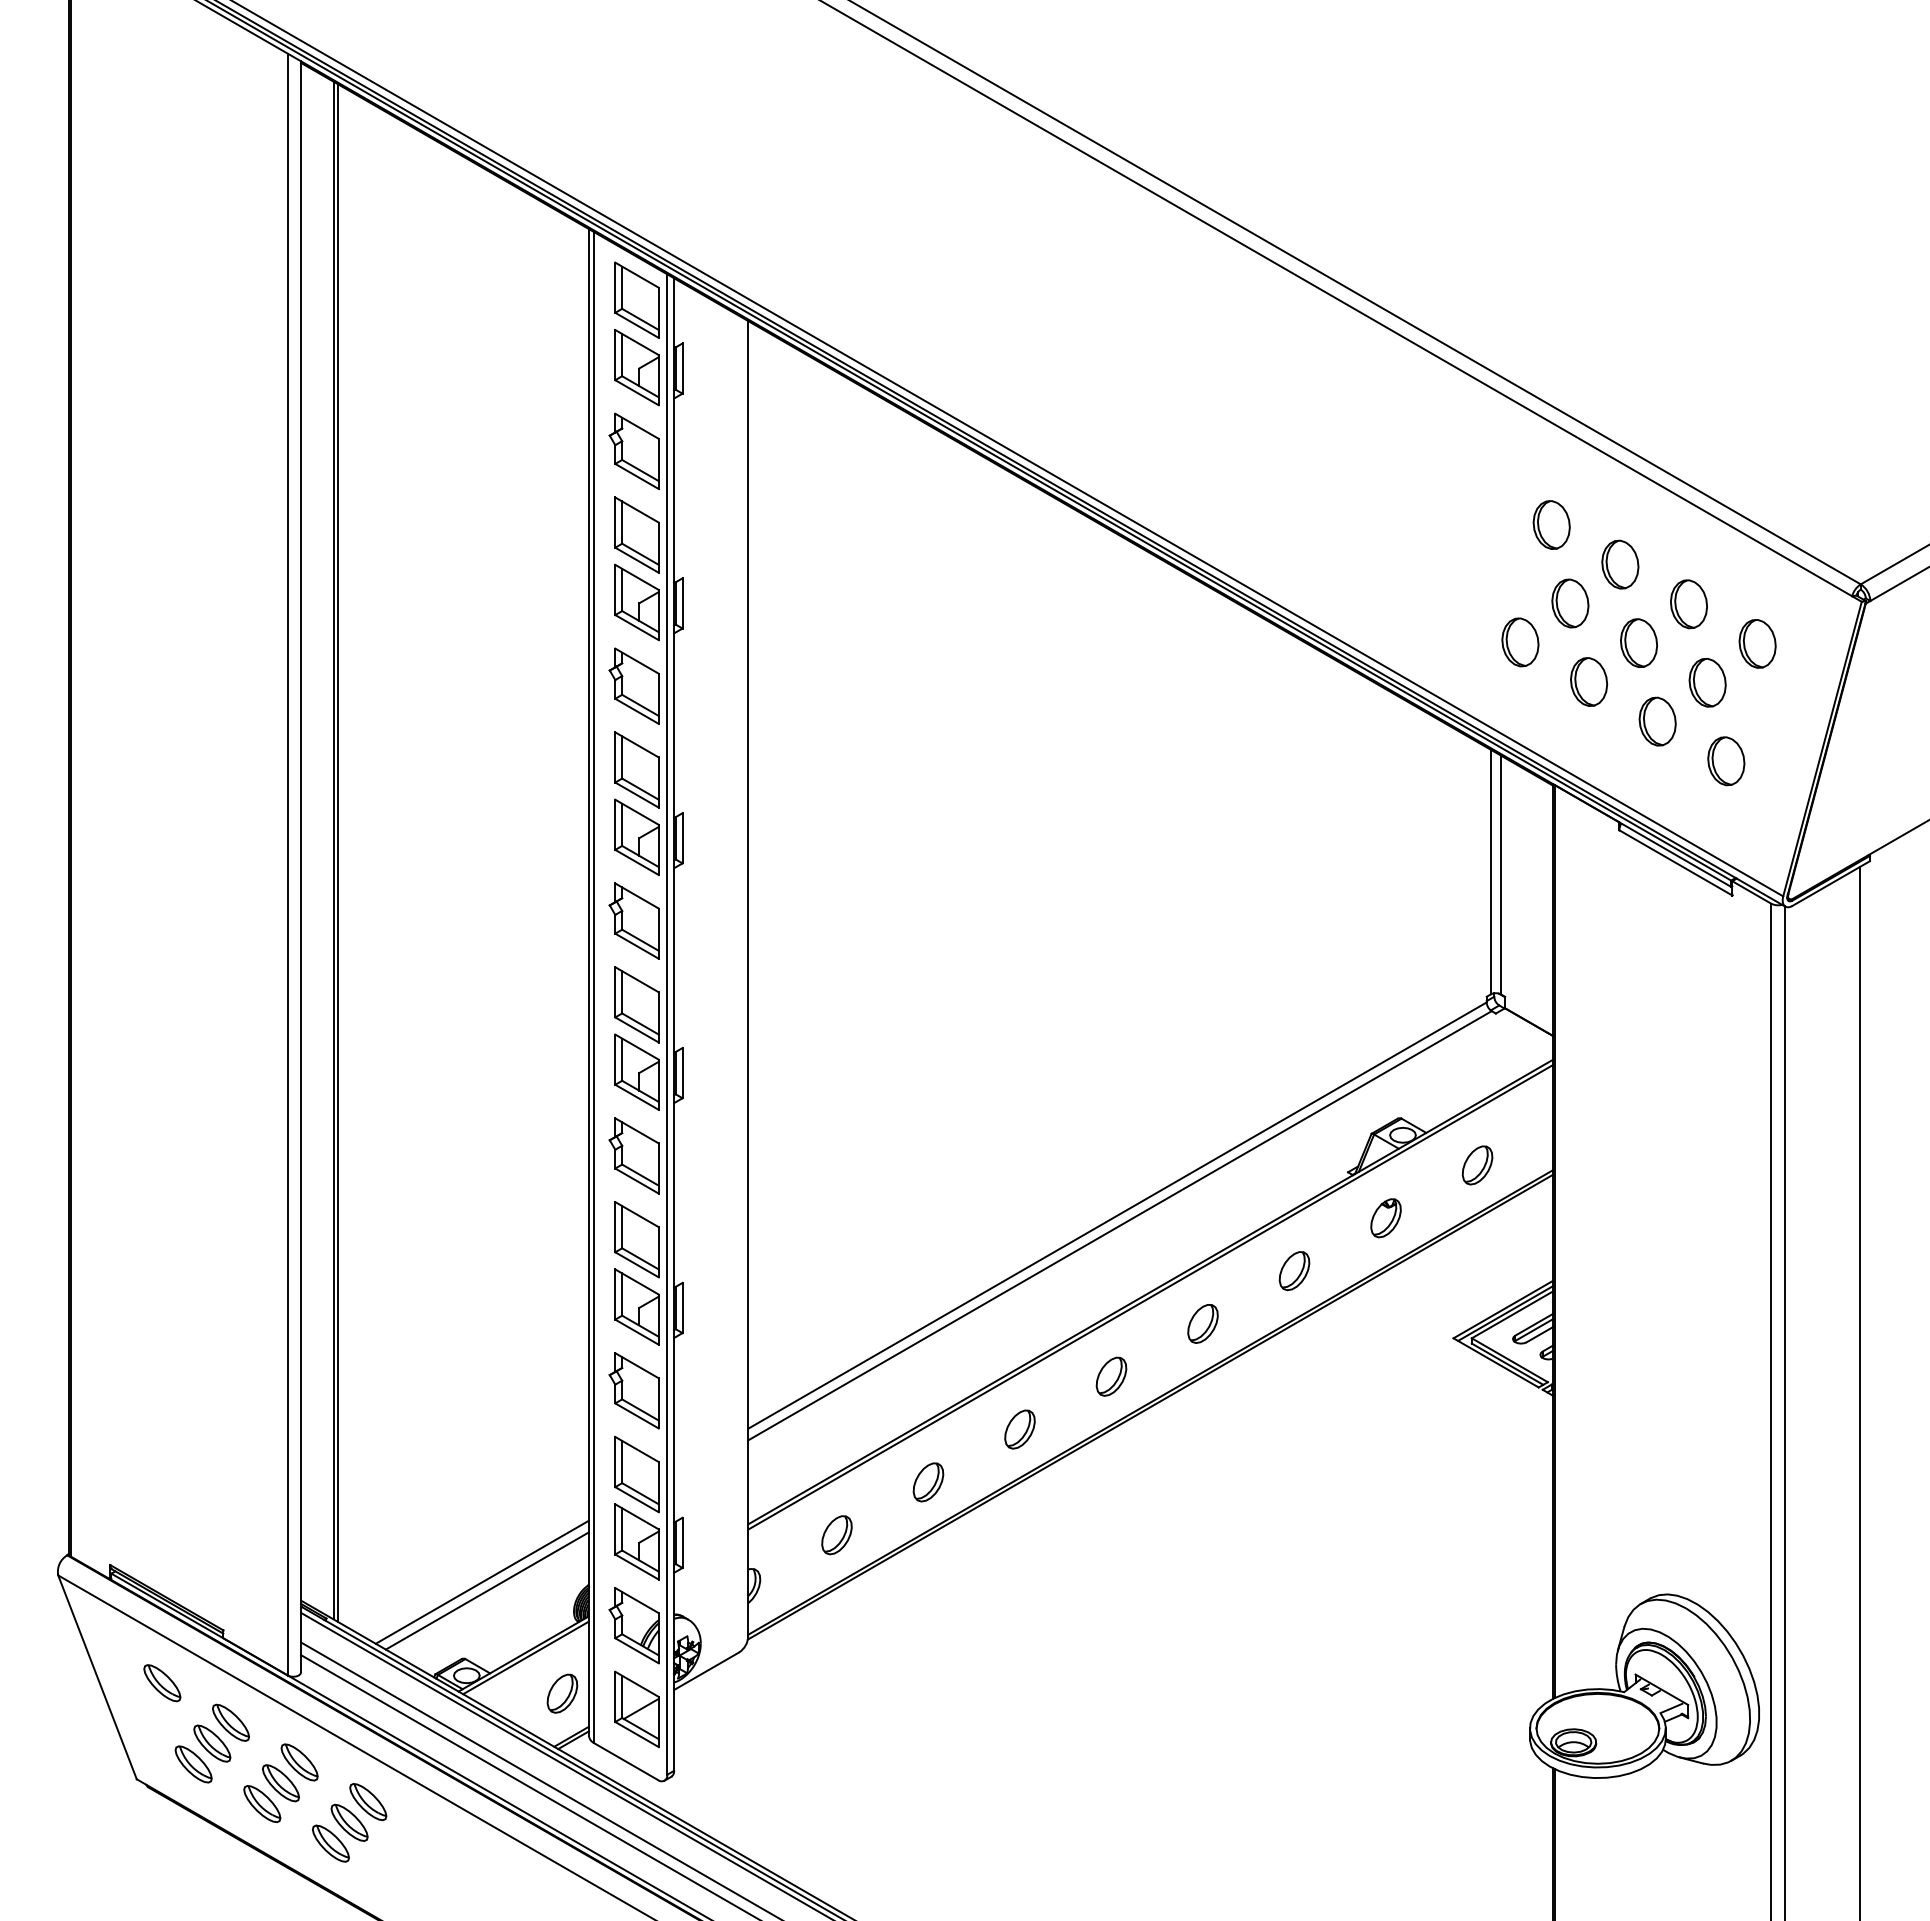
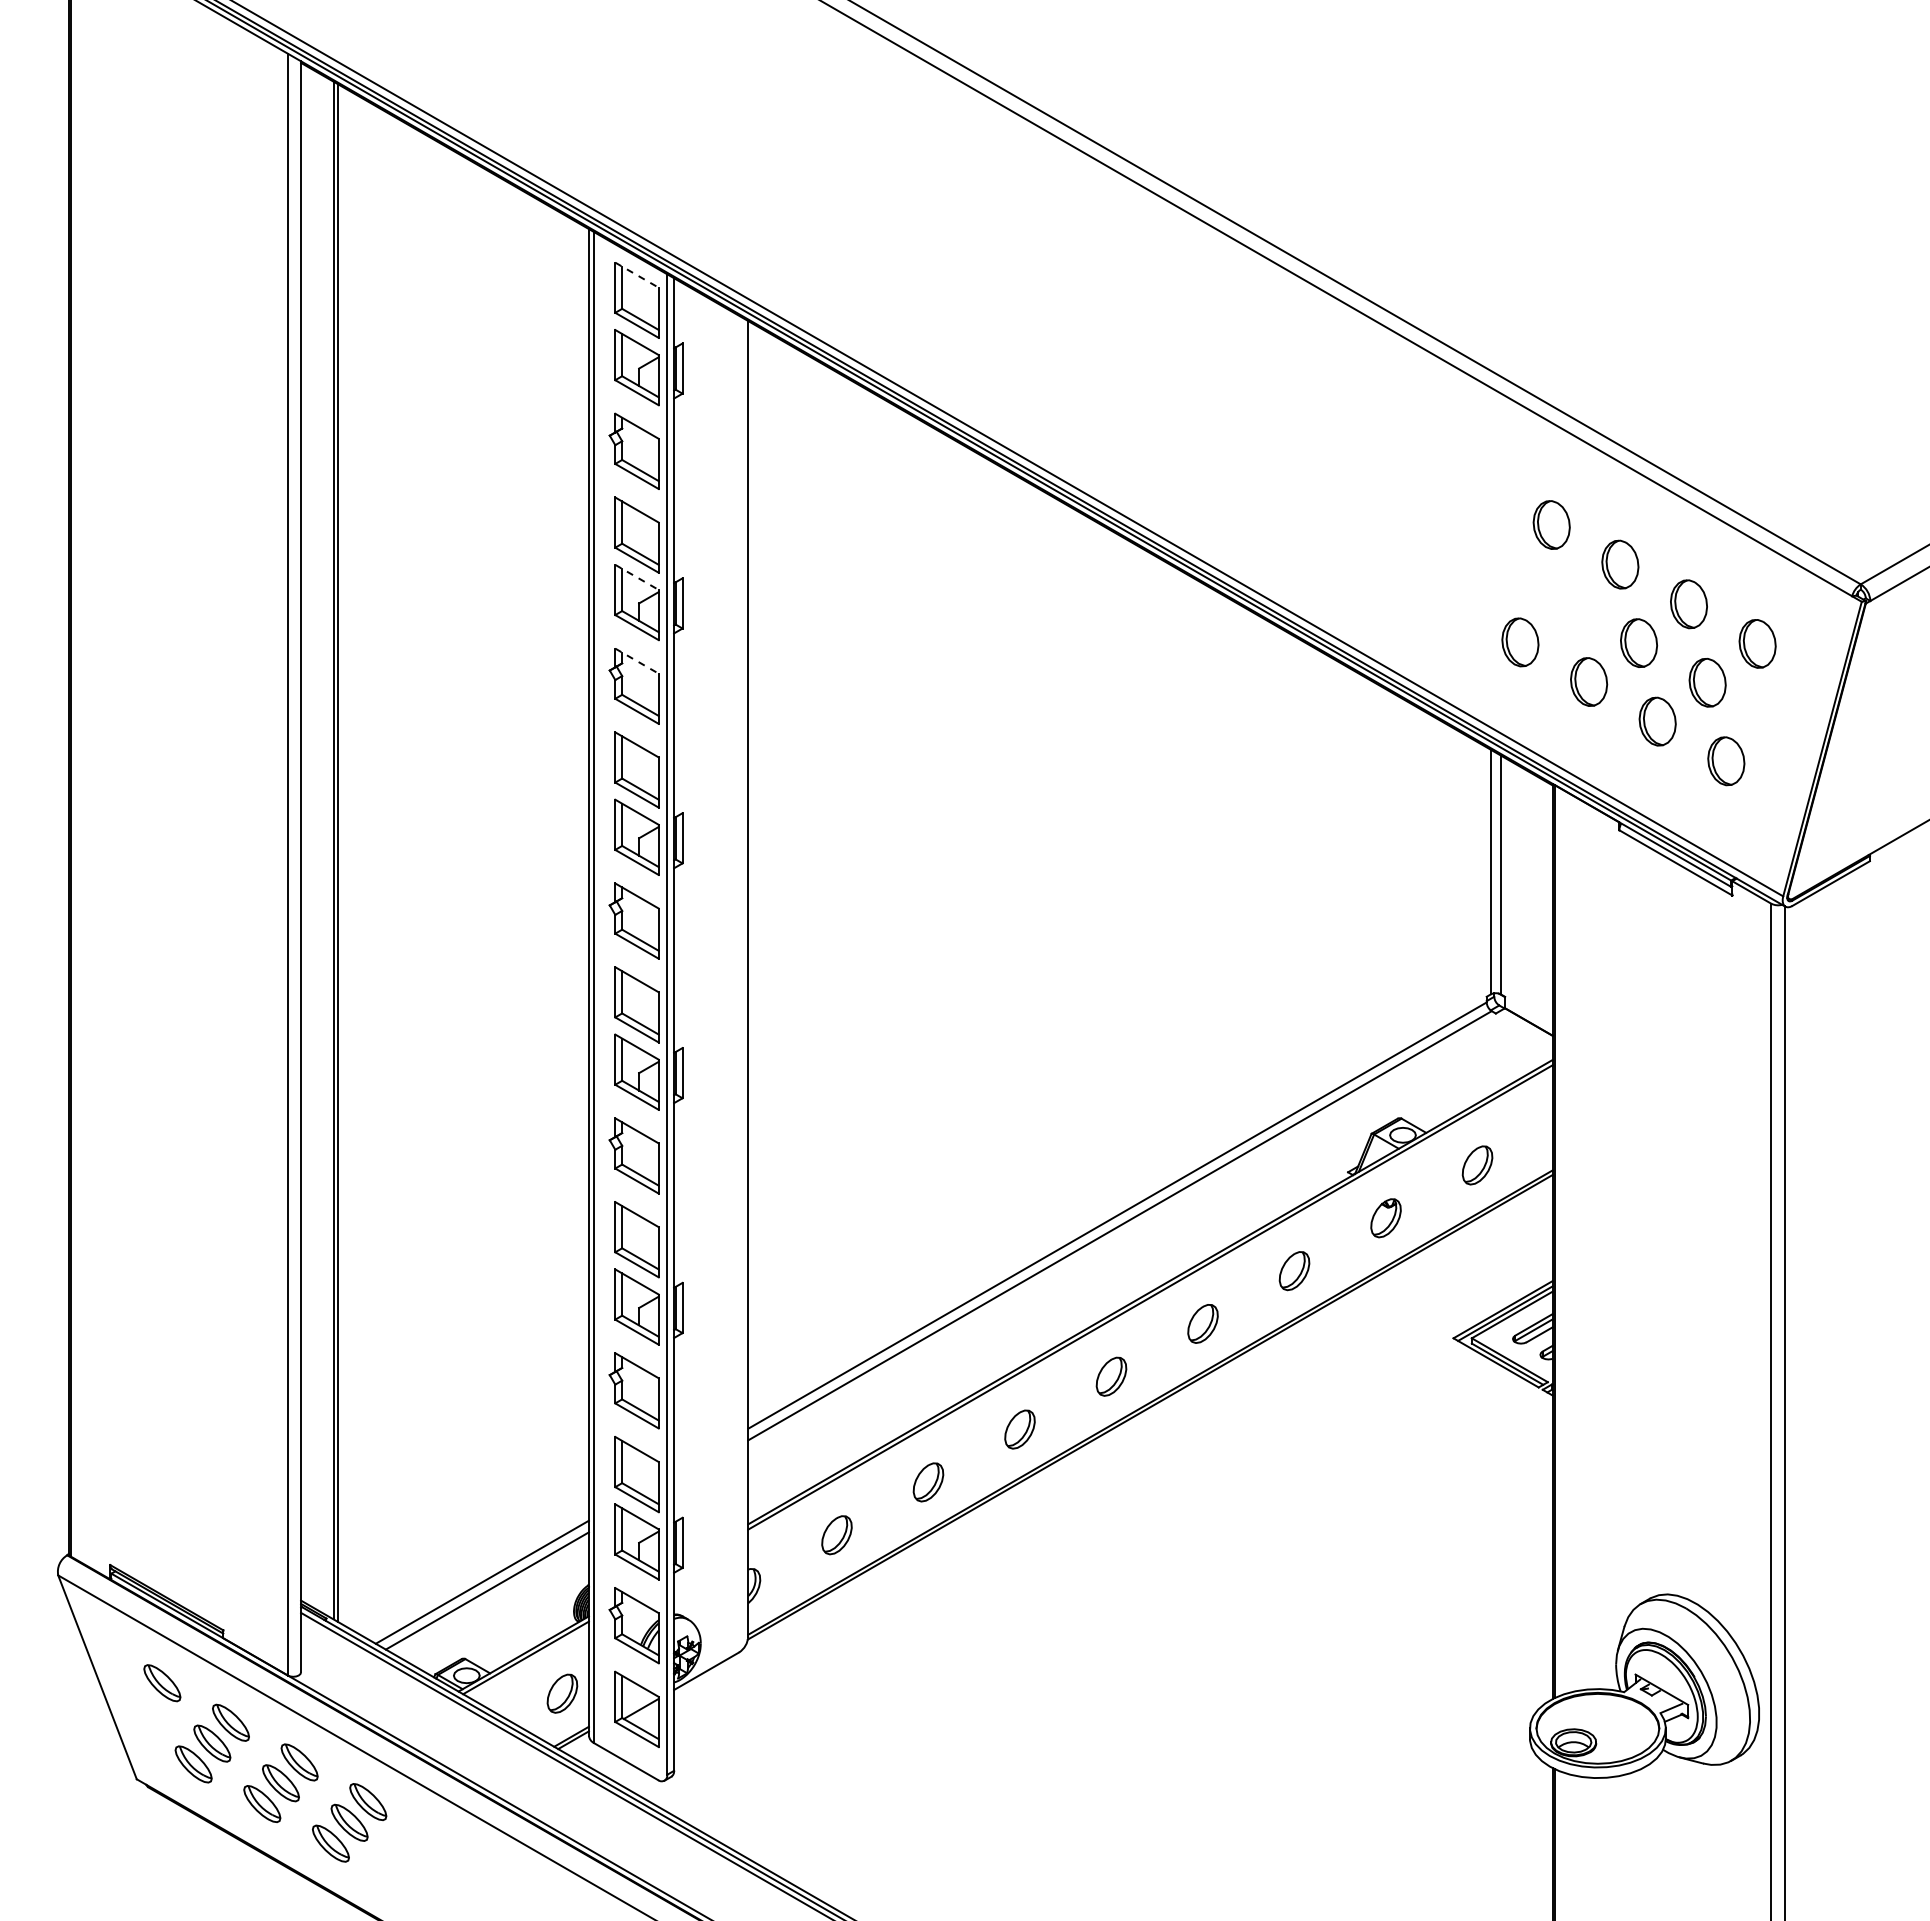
line at (637, 275): solid -> dashed
line at (637, 577): solid -> dashed
part at (1570, 603): present -> none
line at (637, 661): solid -> dashed
line at (1860, 1391): present -> none
line at (539, 1779): present -> none
line at (528, 1786): present -> none
